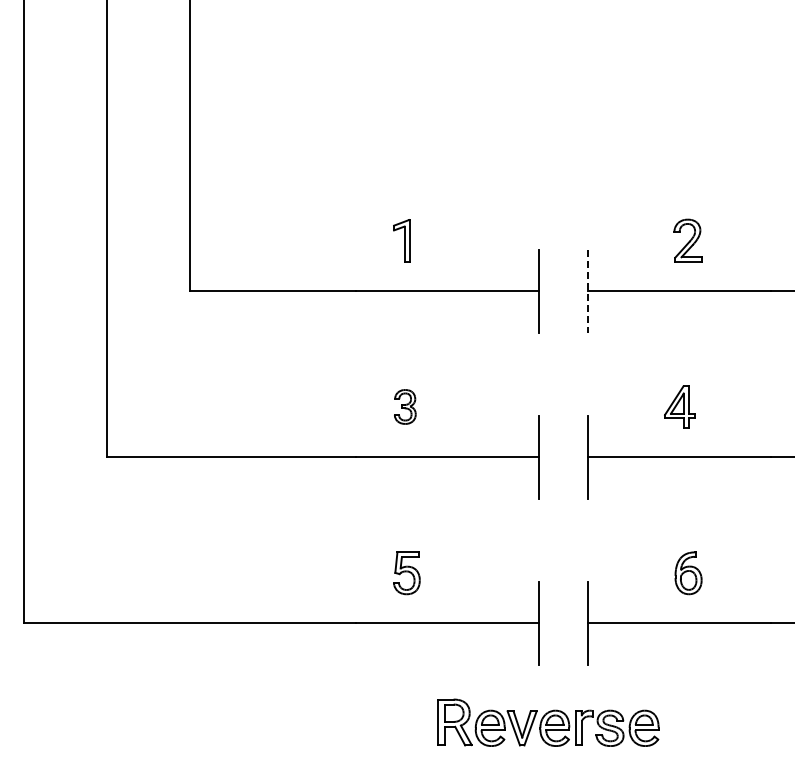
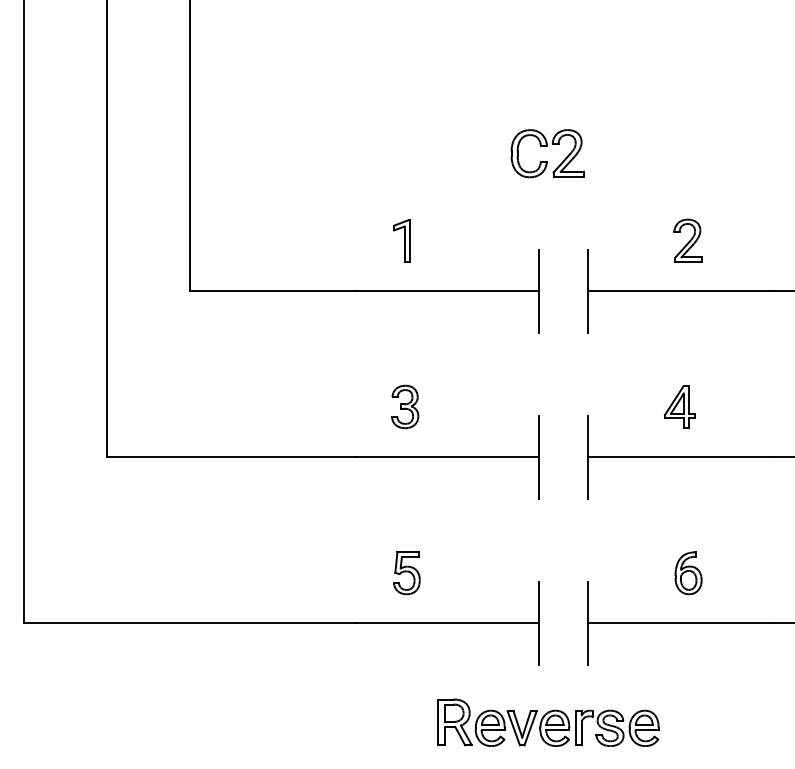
part at (547, 146): none -> present
line at (588, 291): dashed -> solid
part at (405, 406) size: 23x36 px -> 29x46 px
